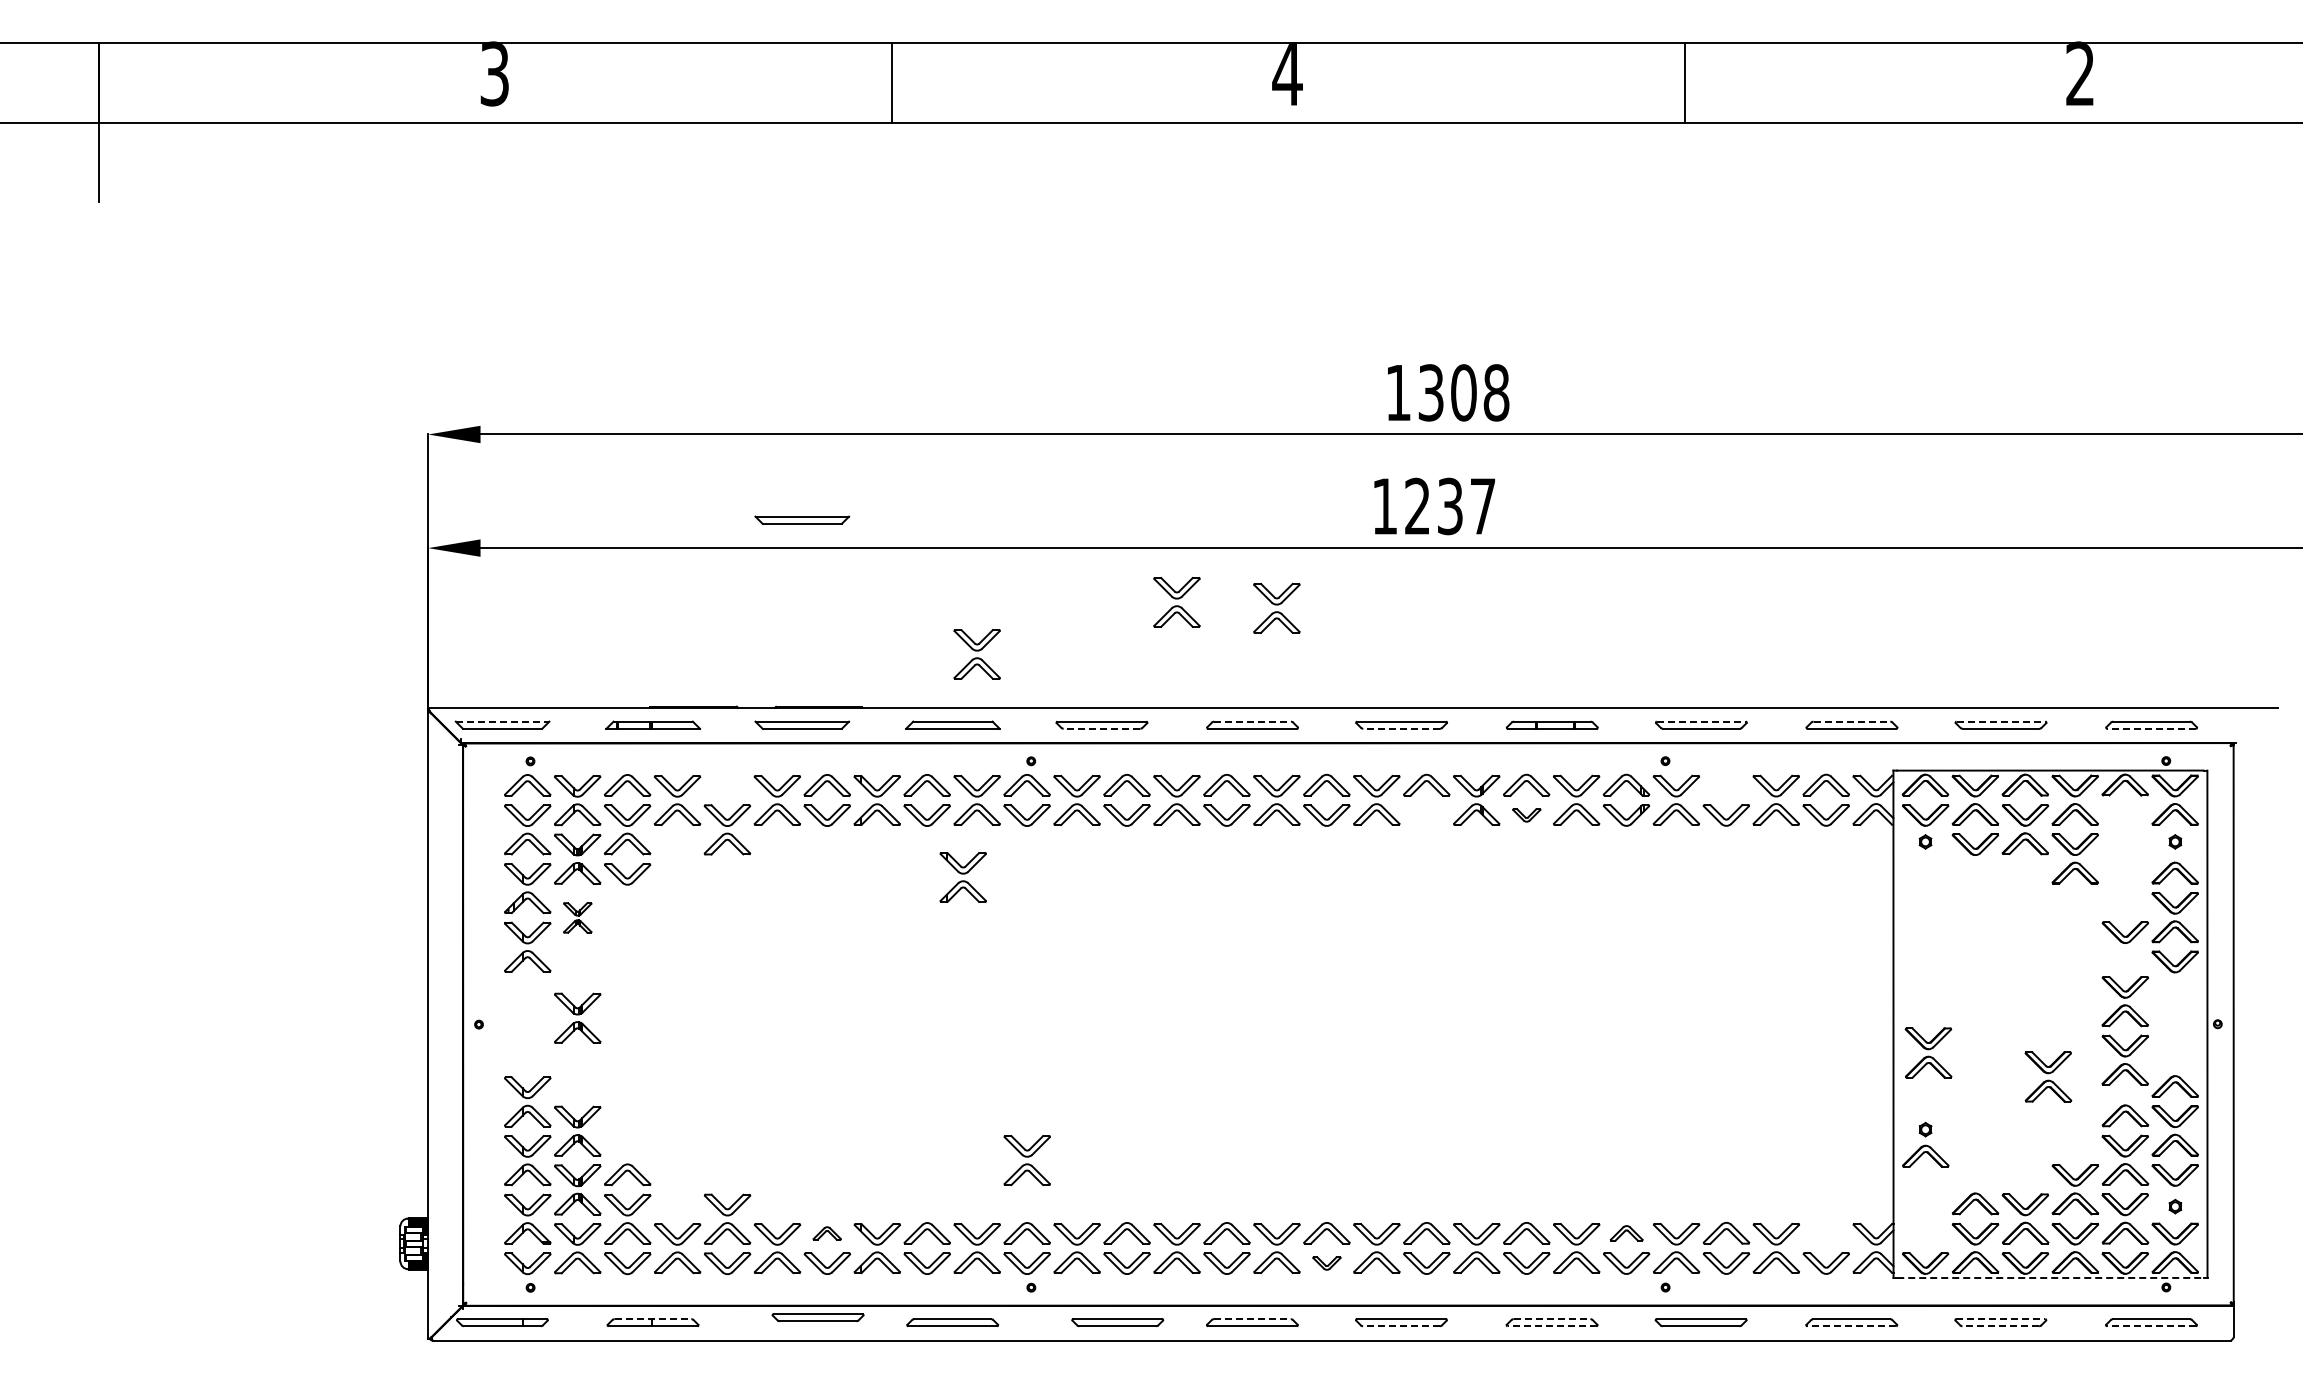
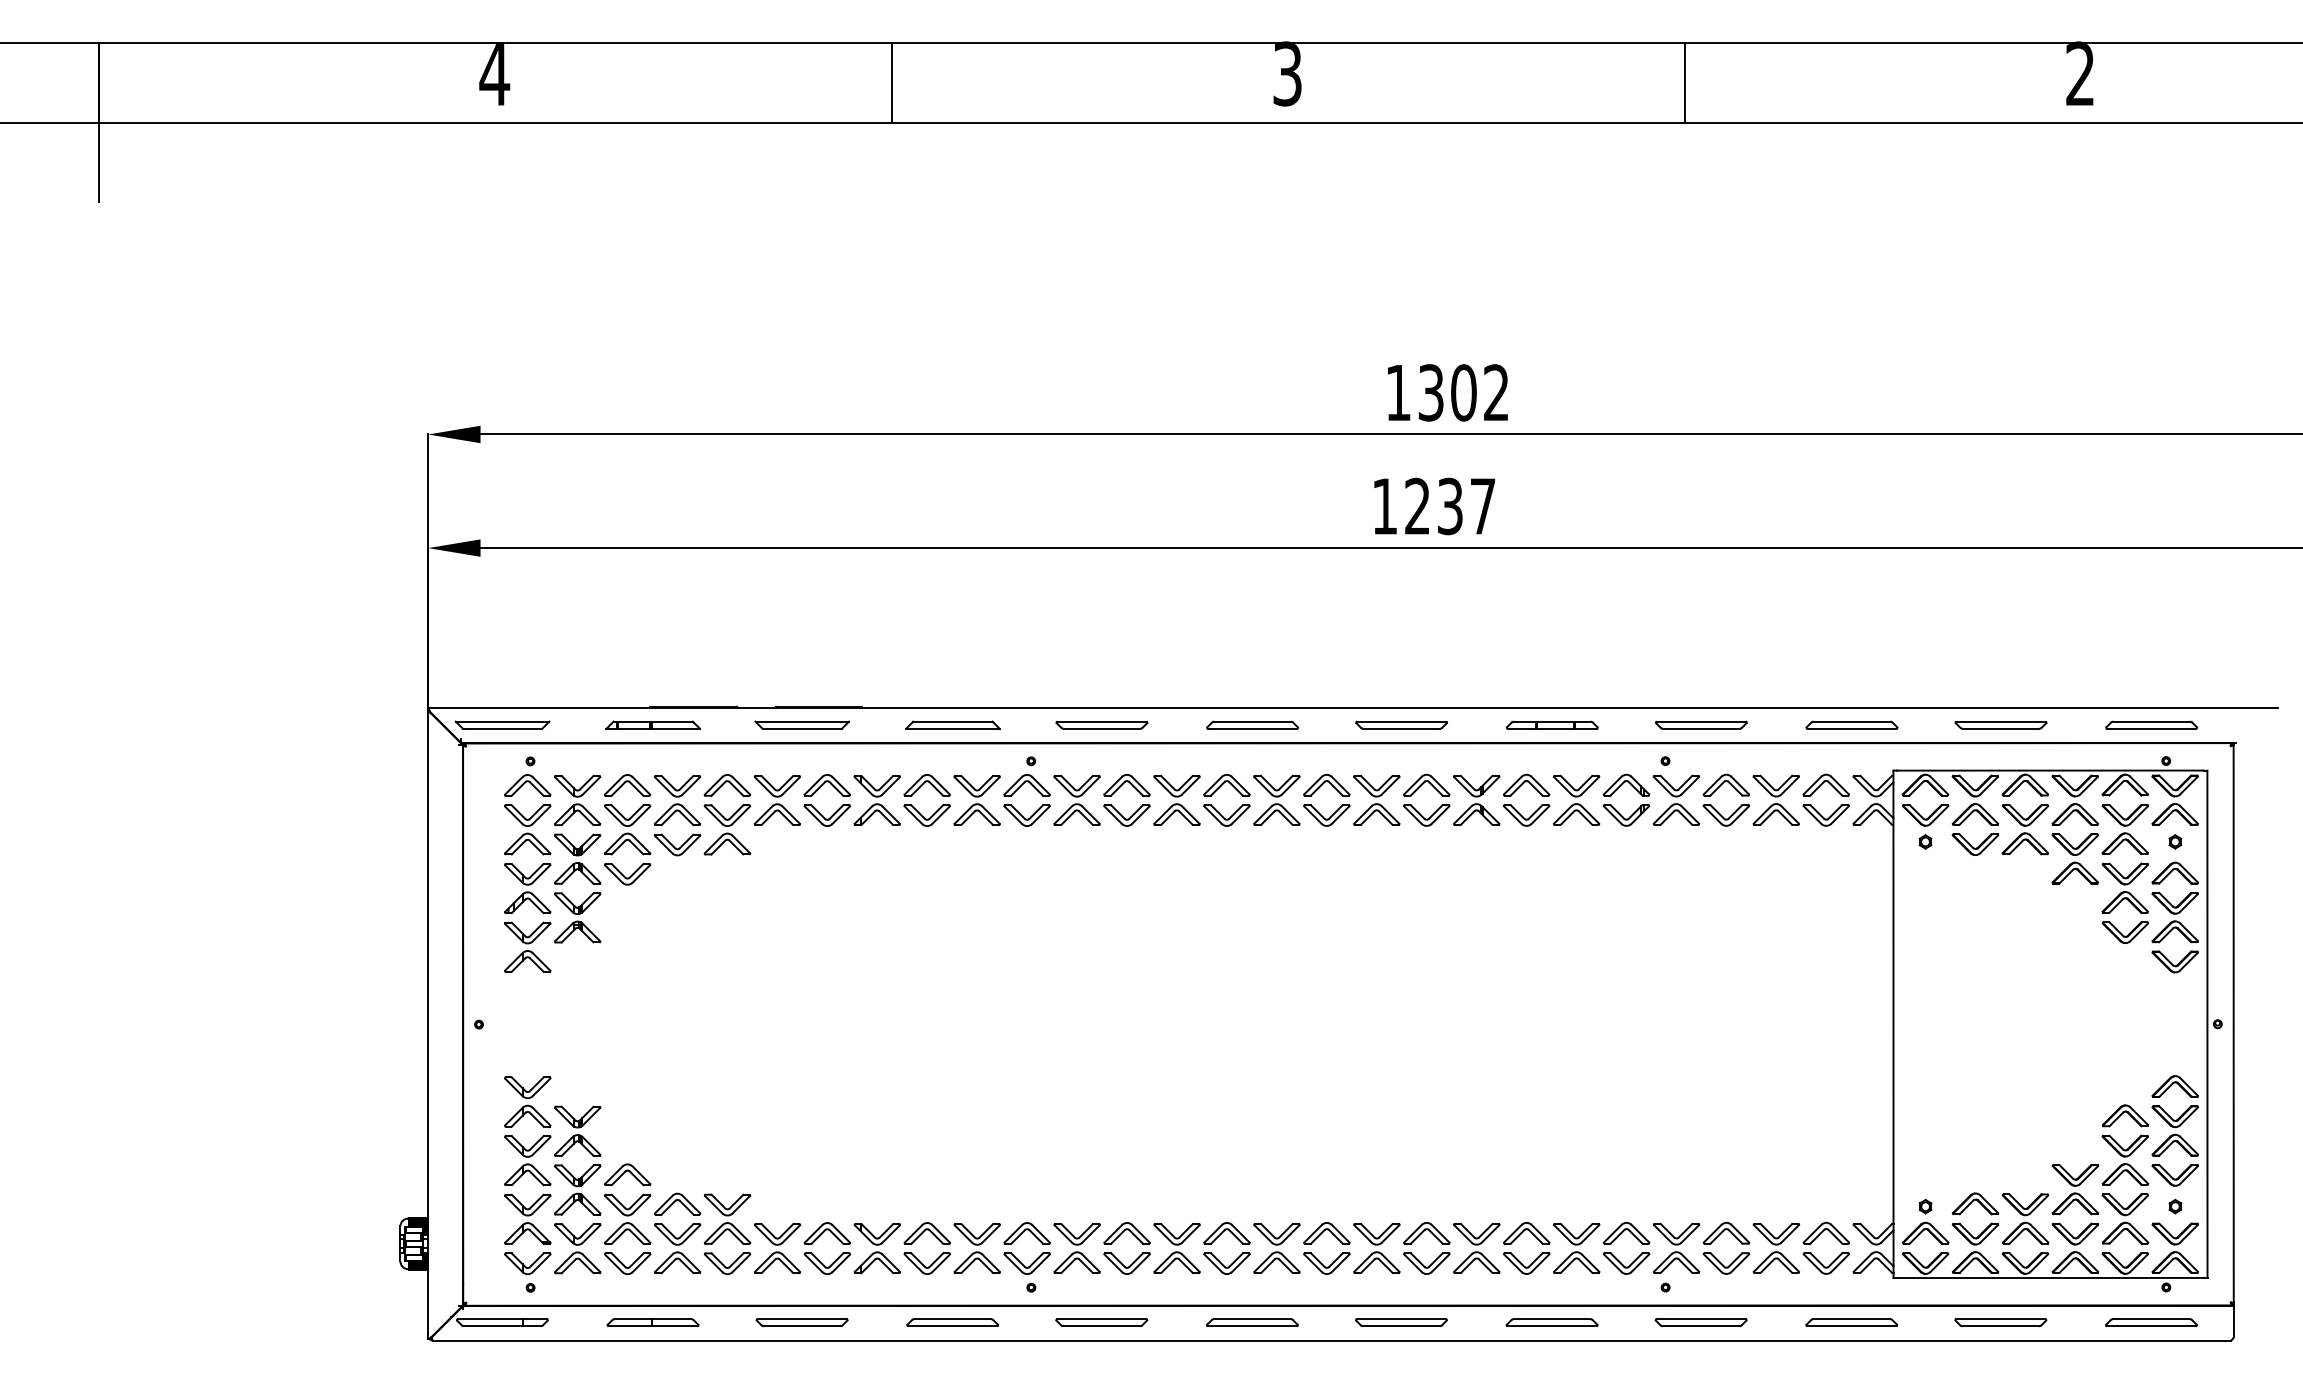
text at (494, 73): 3 -> 4
text at (1287, 73): 4 -> 3
text at (1496, 392): 1308 -> 1302
part at (802, 519): present -> none
part at (1176, 602): present -> none
part at (1276, 607): present -> none
part at (976, 654): present -> none
line at (502, 721): dashed -> solid
line at (1253, 721): dashed -> solid
line at (1701, 721): dashed -> solid
line at (1852, 721): dashed -> solid
line at (2001, 721): dashed -> solid
line at (1101, 728): dashed -> solid
line at (1401, 728): dashed -> solid
line at (2151, 728): dashed -> solid
part at (1725, 784): none -> present
part at (727, 785): none -> present
part at (1426, 815): none -> present
part at (1526, 815) size: 30x15 px -> 48x23 px
part at (677, 844): none -> present
part at (962, 877): present -> none
part at (577, 917) size: 30x32 px -> 48x52 px
part at (577, 1017): present -> none
part at (2115, 1021) position: (2115, 1021) -> (2115, 849)
part at (1928, 1052): present -> none
part at (2048, 1076): present -> none
part at (1925, 1144) position: (1925, 1144) -> (1925, 1221)
part at (1026, 1160): present -> none
part at (677, 1203): none -> present
part at (1825, 1232): none -> present
part at (826, 1233) size: 30x15 px -> 48x23 px
part at (1626, 1233) size: 35x17 px -> 48x23 px
part at (1326, 1263) size: 30x15 px -> 48x23 px
line at (2051, 1277): dashed -> solid
part at (817, 1317) position: (817, 1317) -> (801, 1322)
line at (653, 1319): dashed -> solid
line at (1252, 1319): dashed -> solid
line at (1552, 1319): dashed -> solid
line at (2001, 1319): dashed -> solid
part at (1117, 1322) position: (1117, 1322) -> (1101, 1322)
line at (1400, 1326): dashed -> solid
line at (1551, 1326): dashed -> solid
line at (1851, 1326): dashed -> solid
line at (2000, 1326): dashed -> solid
line at (2150, 1326): dashed -> solid
